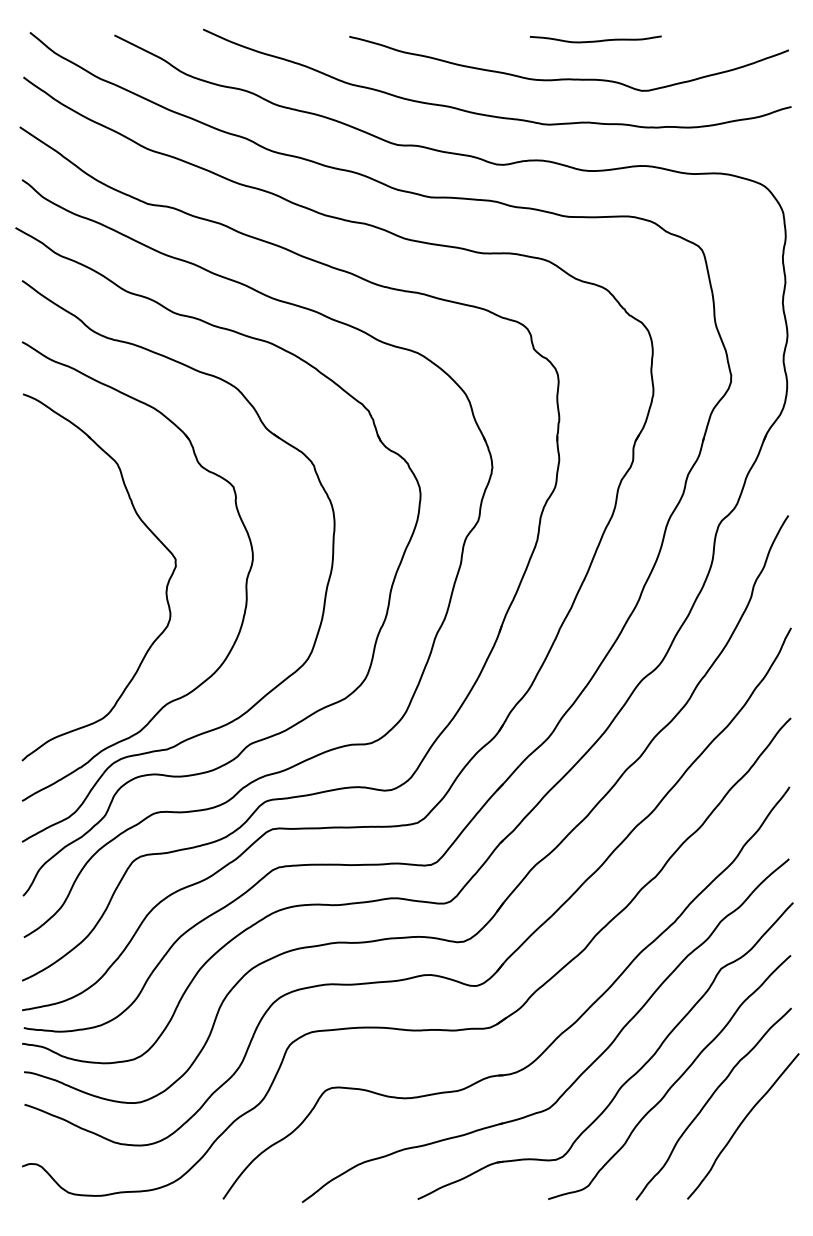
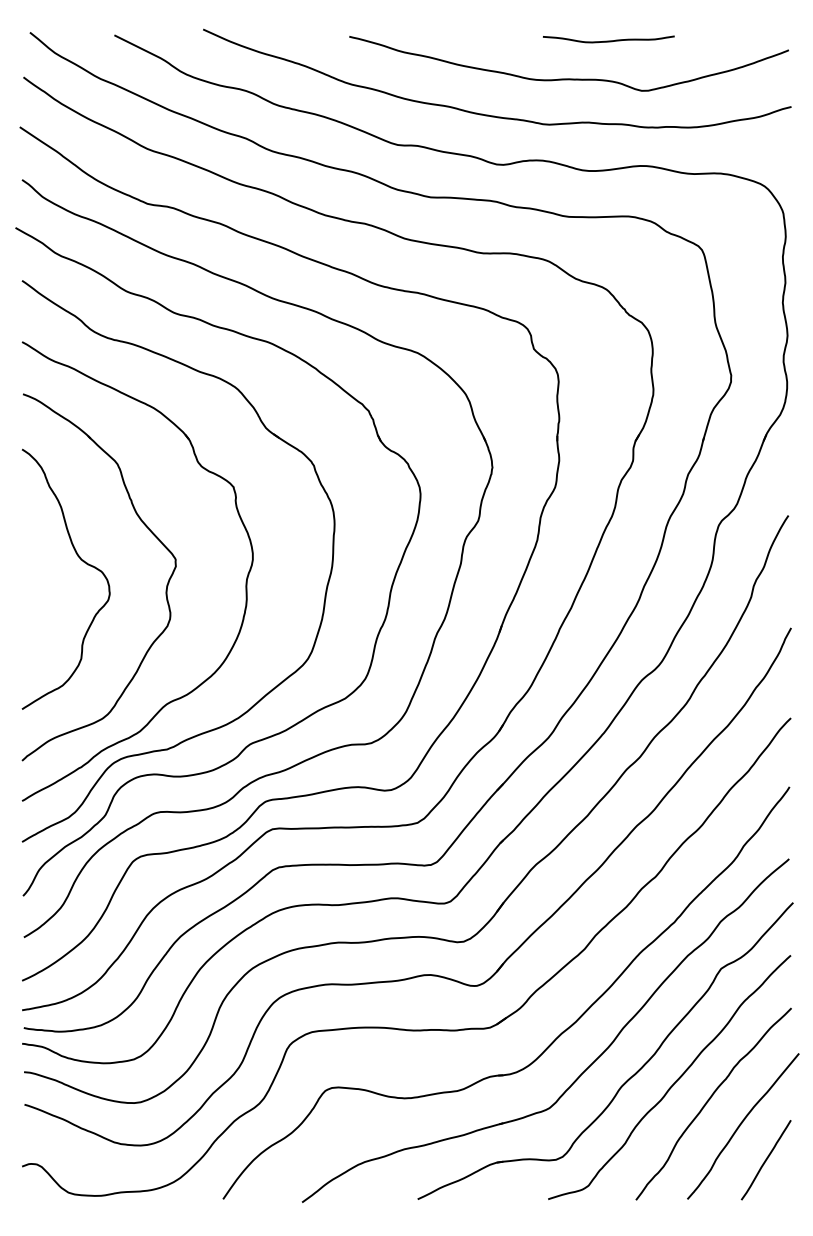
curve at (595, 40) position: (595, 40) -> (608, 40)
curve at (82, 561): none -> present
line at (765, 1160): none -> present
